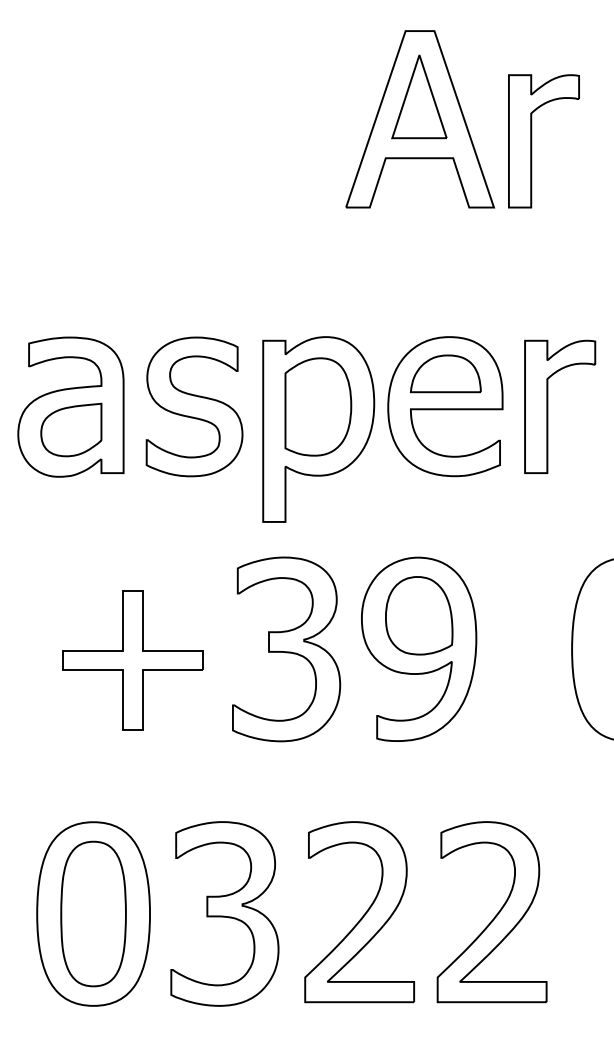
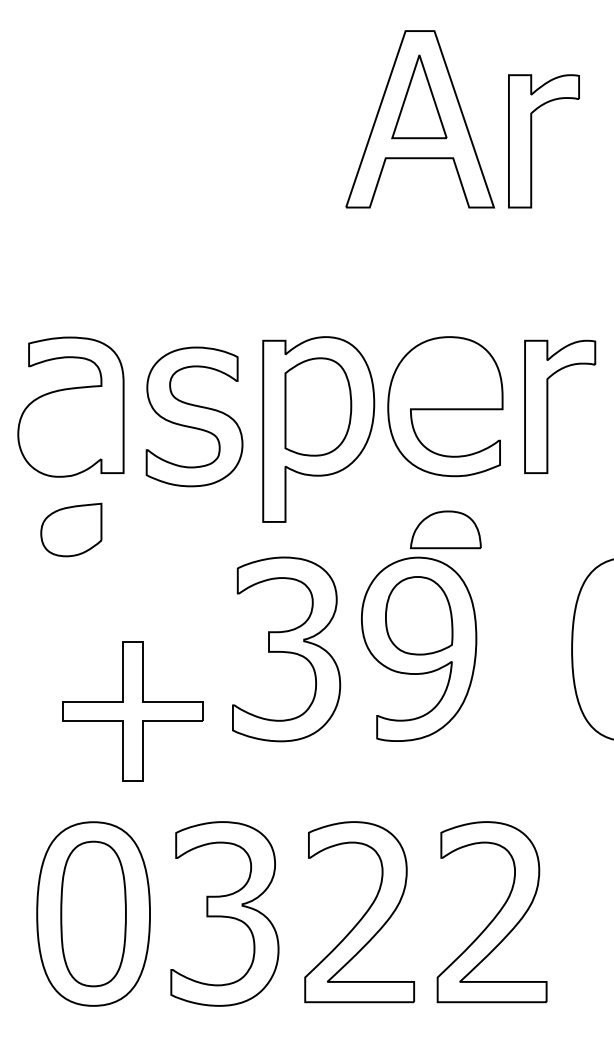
part at (445, 373) position: (445, 373) -> (445, 529)
part at (194, 406) position: (194, 406) -> (194, 416)
part at (71, 429) position: (71, 429) -> (71, 529)
part at (132, 660) position: (132, 660) -> (132, 711)
